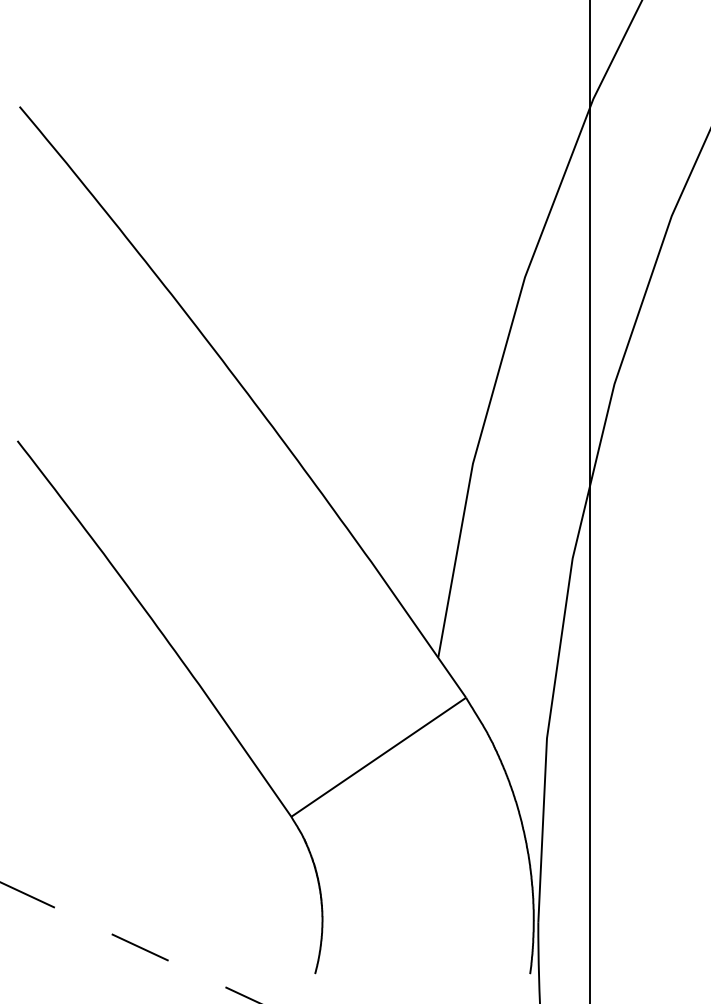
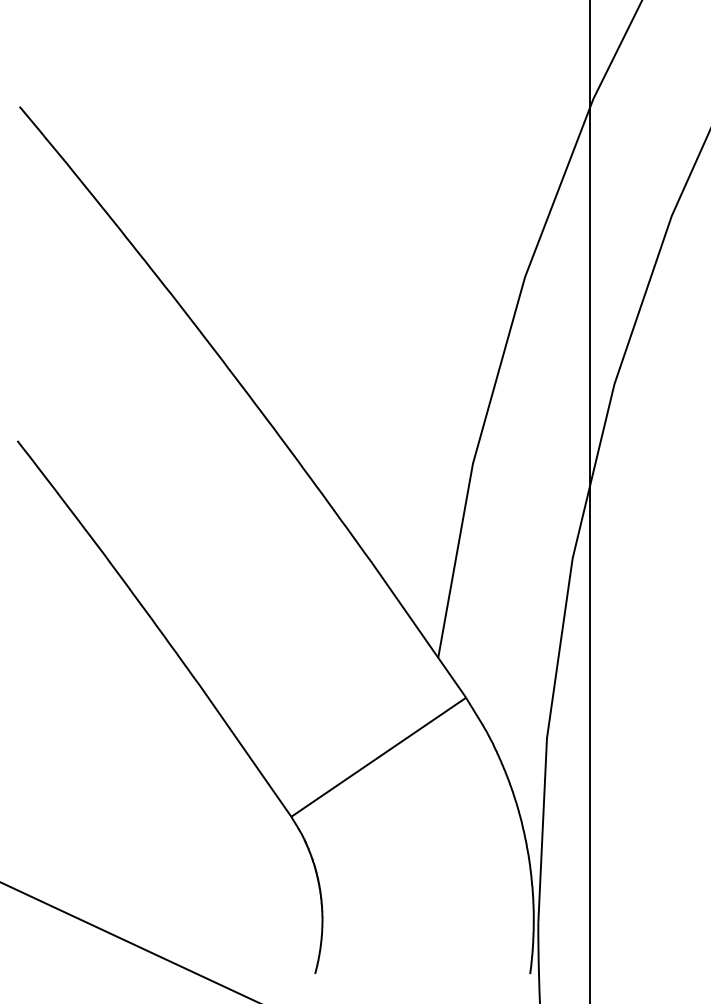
line at (130, 942): dashed -> solid
